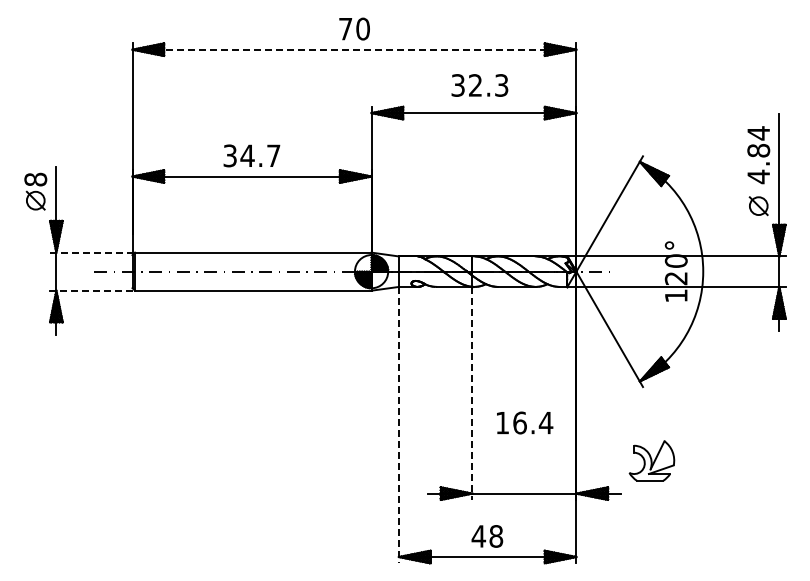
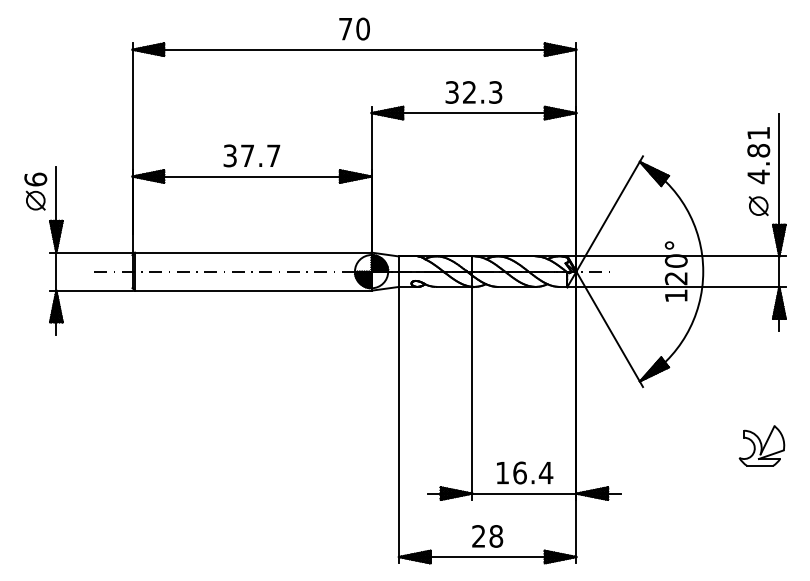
line at (354, 49): dashed -> solid
text at (479, 85) position: (479, 85) -> (473, 92)
text at (758, 133): 4.84 -> 4.81
text at (247, 155): 34.7 -> 37.7
text at (35, 179): 8 -> 6
line at (91, 252): dashed -> solid
line at (93, 290): dashed -> solid
line at (472, 393): dashed -> solid
text at (525, 422) position: (525, 422) -> (525, 472)
line at (398, 425): dashed -> solid
part at (651, 460) position: (651, 460) -> (761, 445)
text at (478, 536): 48 -> 28
